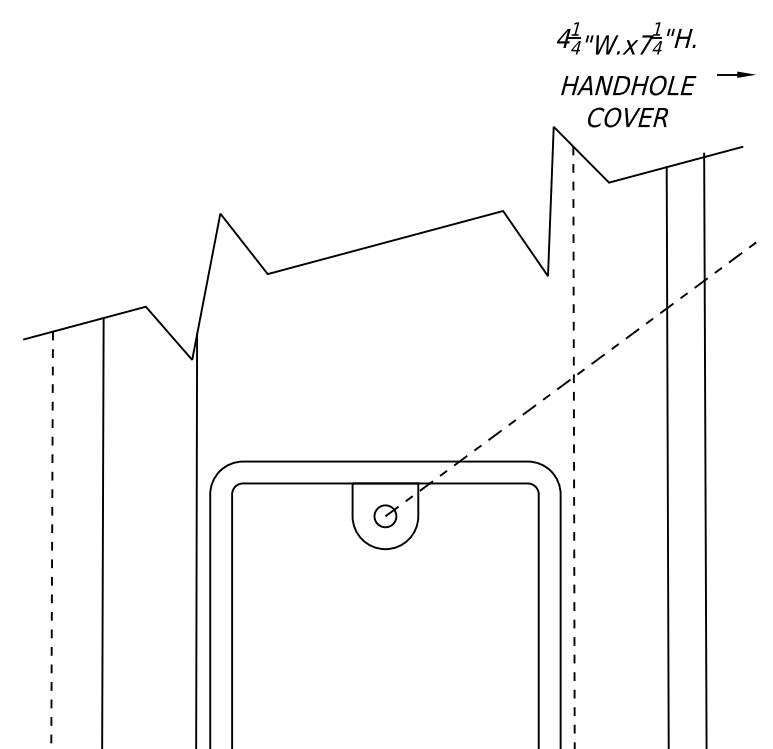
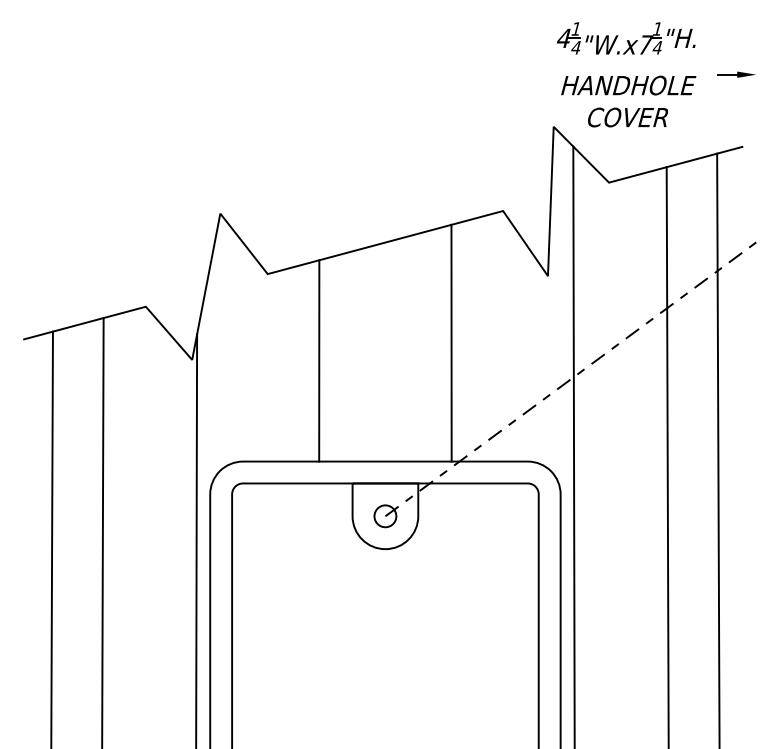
line at (451, 342): none -> present
line at (319, 360): none -> present
line at (574, 447): dashed -> solid
line at (705, 449) position: (705, 449) -> (718, 449)
line at (52, 540): dashed -> solid
